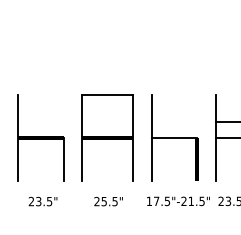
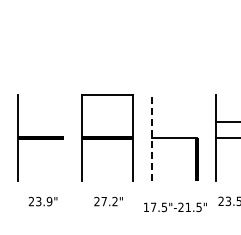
line at (151, 138): solid -> dashed
line at (63, 159): present -> none
text at (49, 200): 23.5" -> 23.9"
text at (109, 201): 25.5" -> 27.2"
text at (178, 201) position: (178, 201) -> (175, 207)
